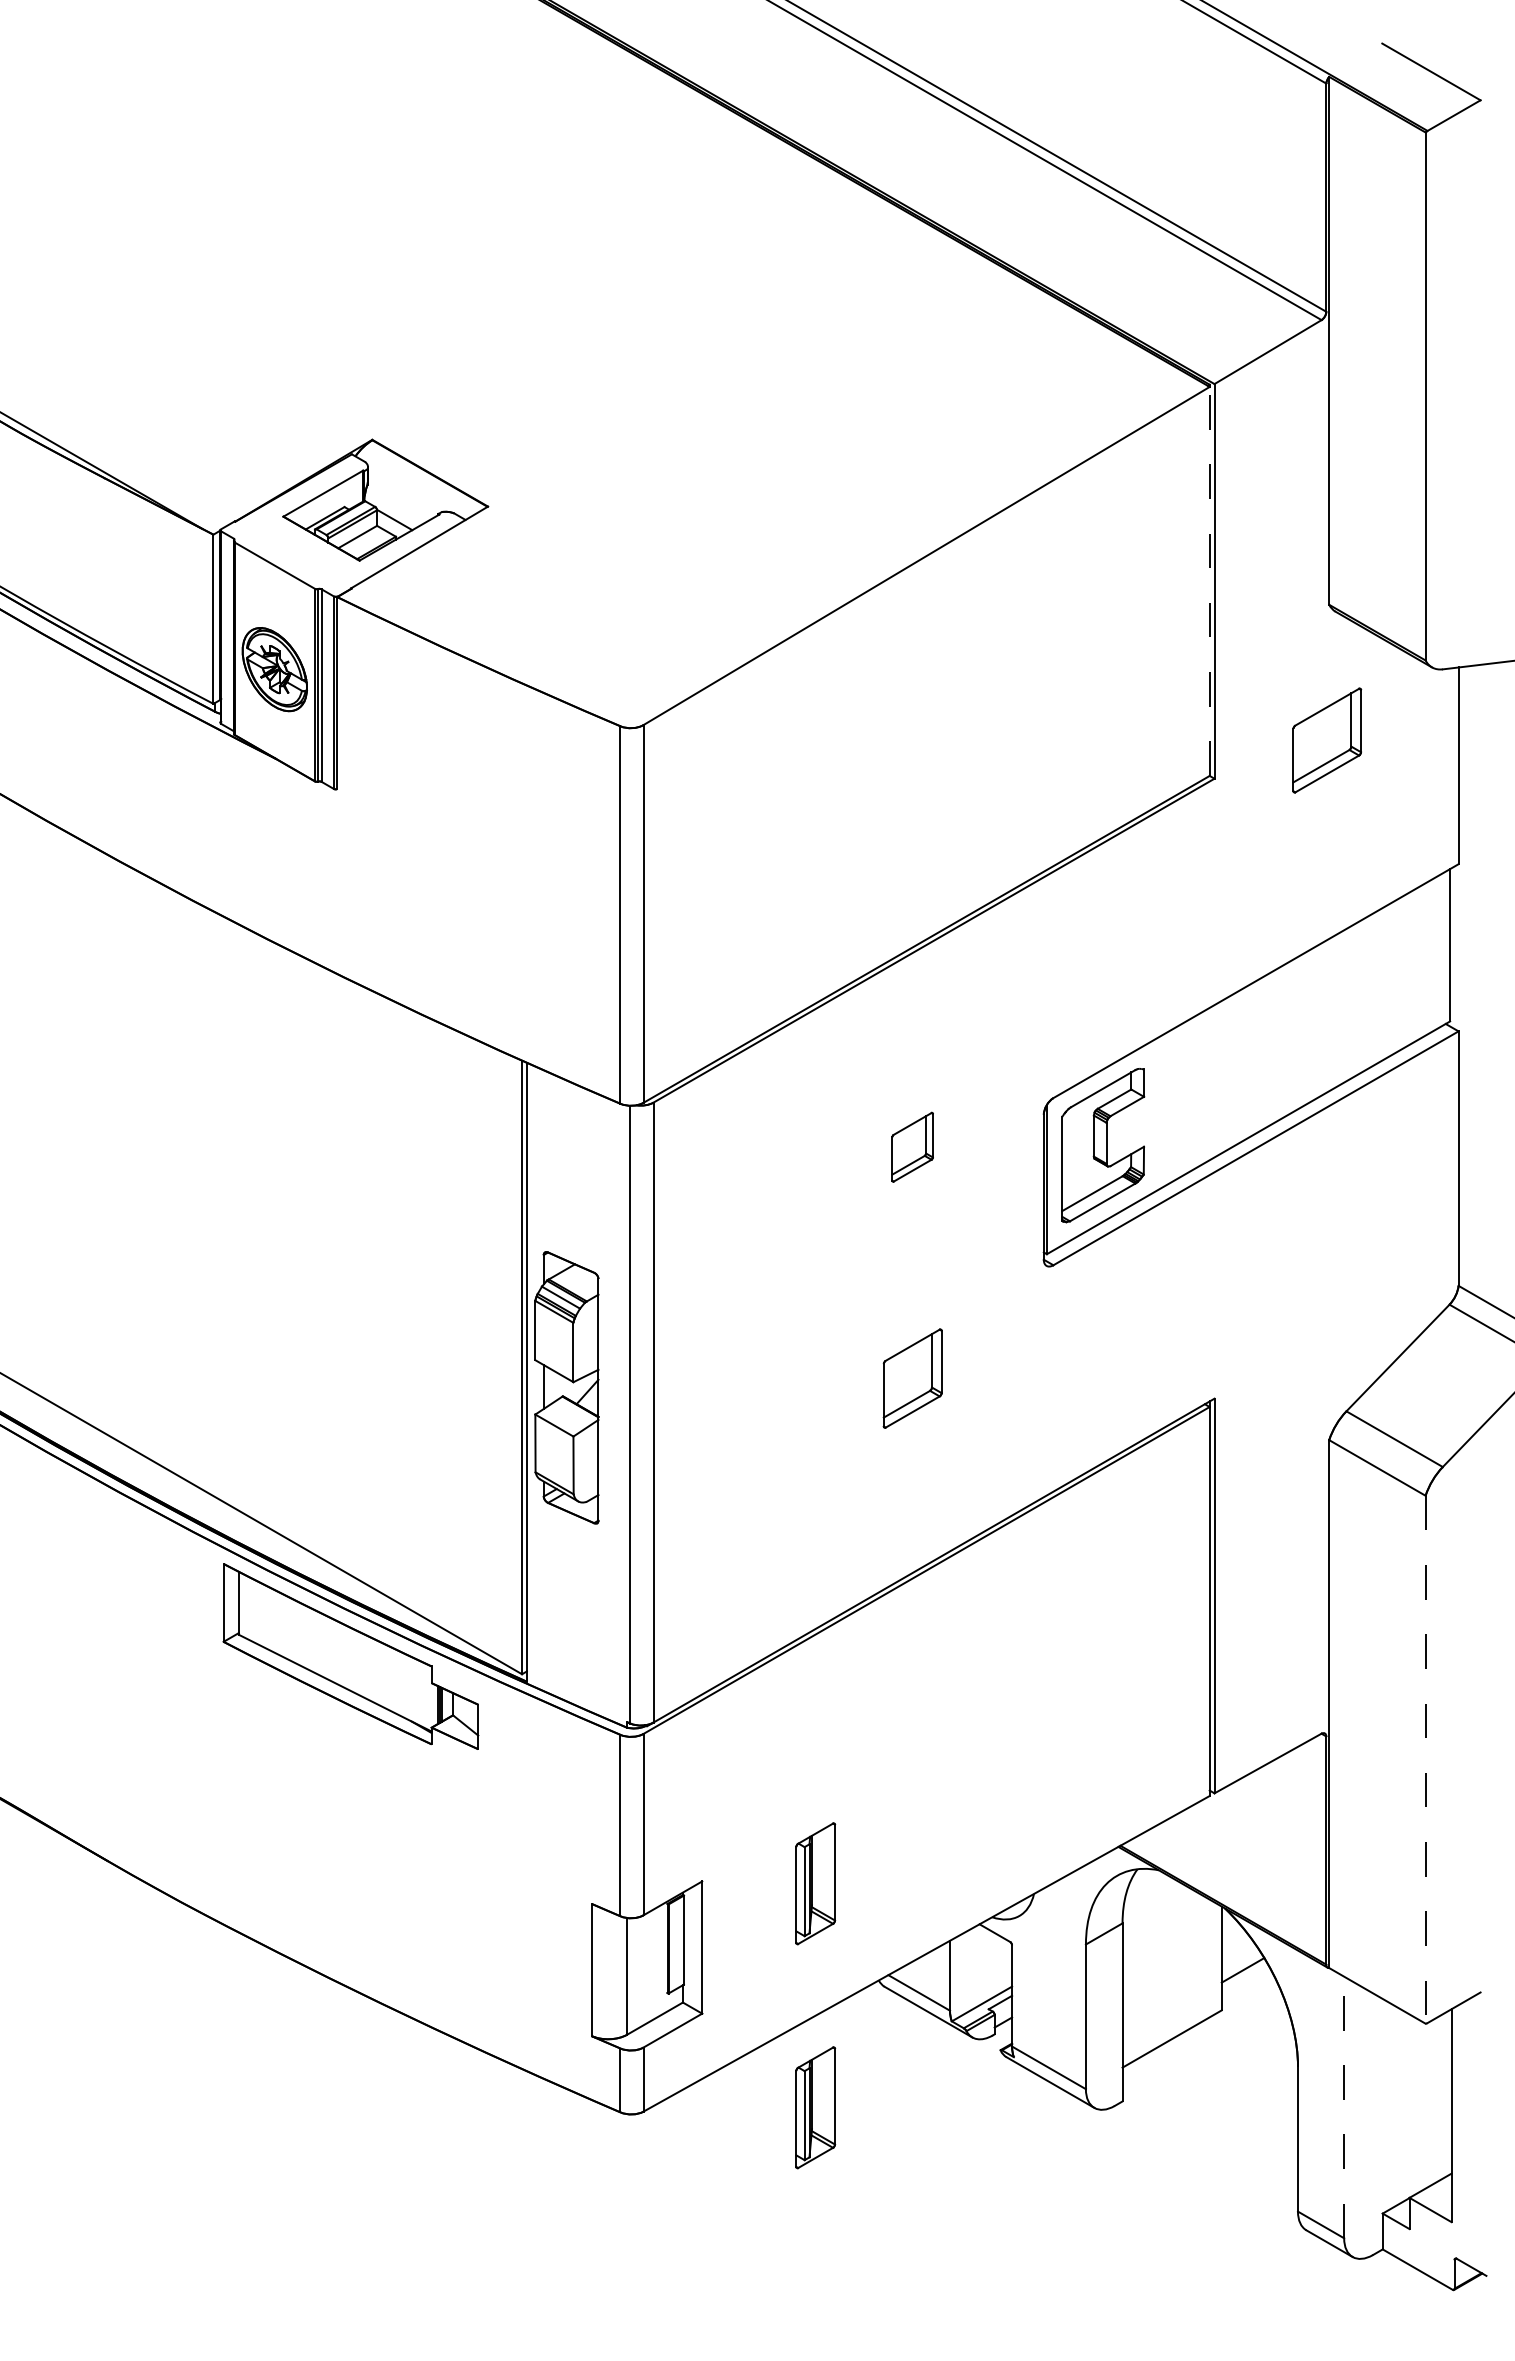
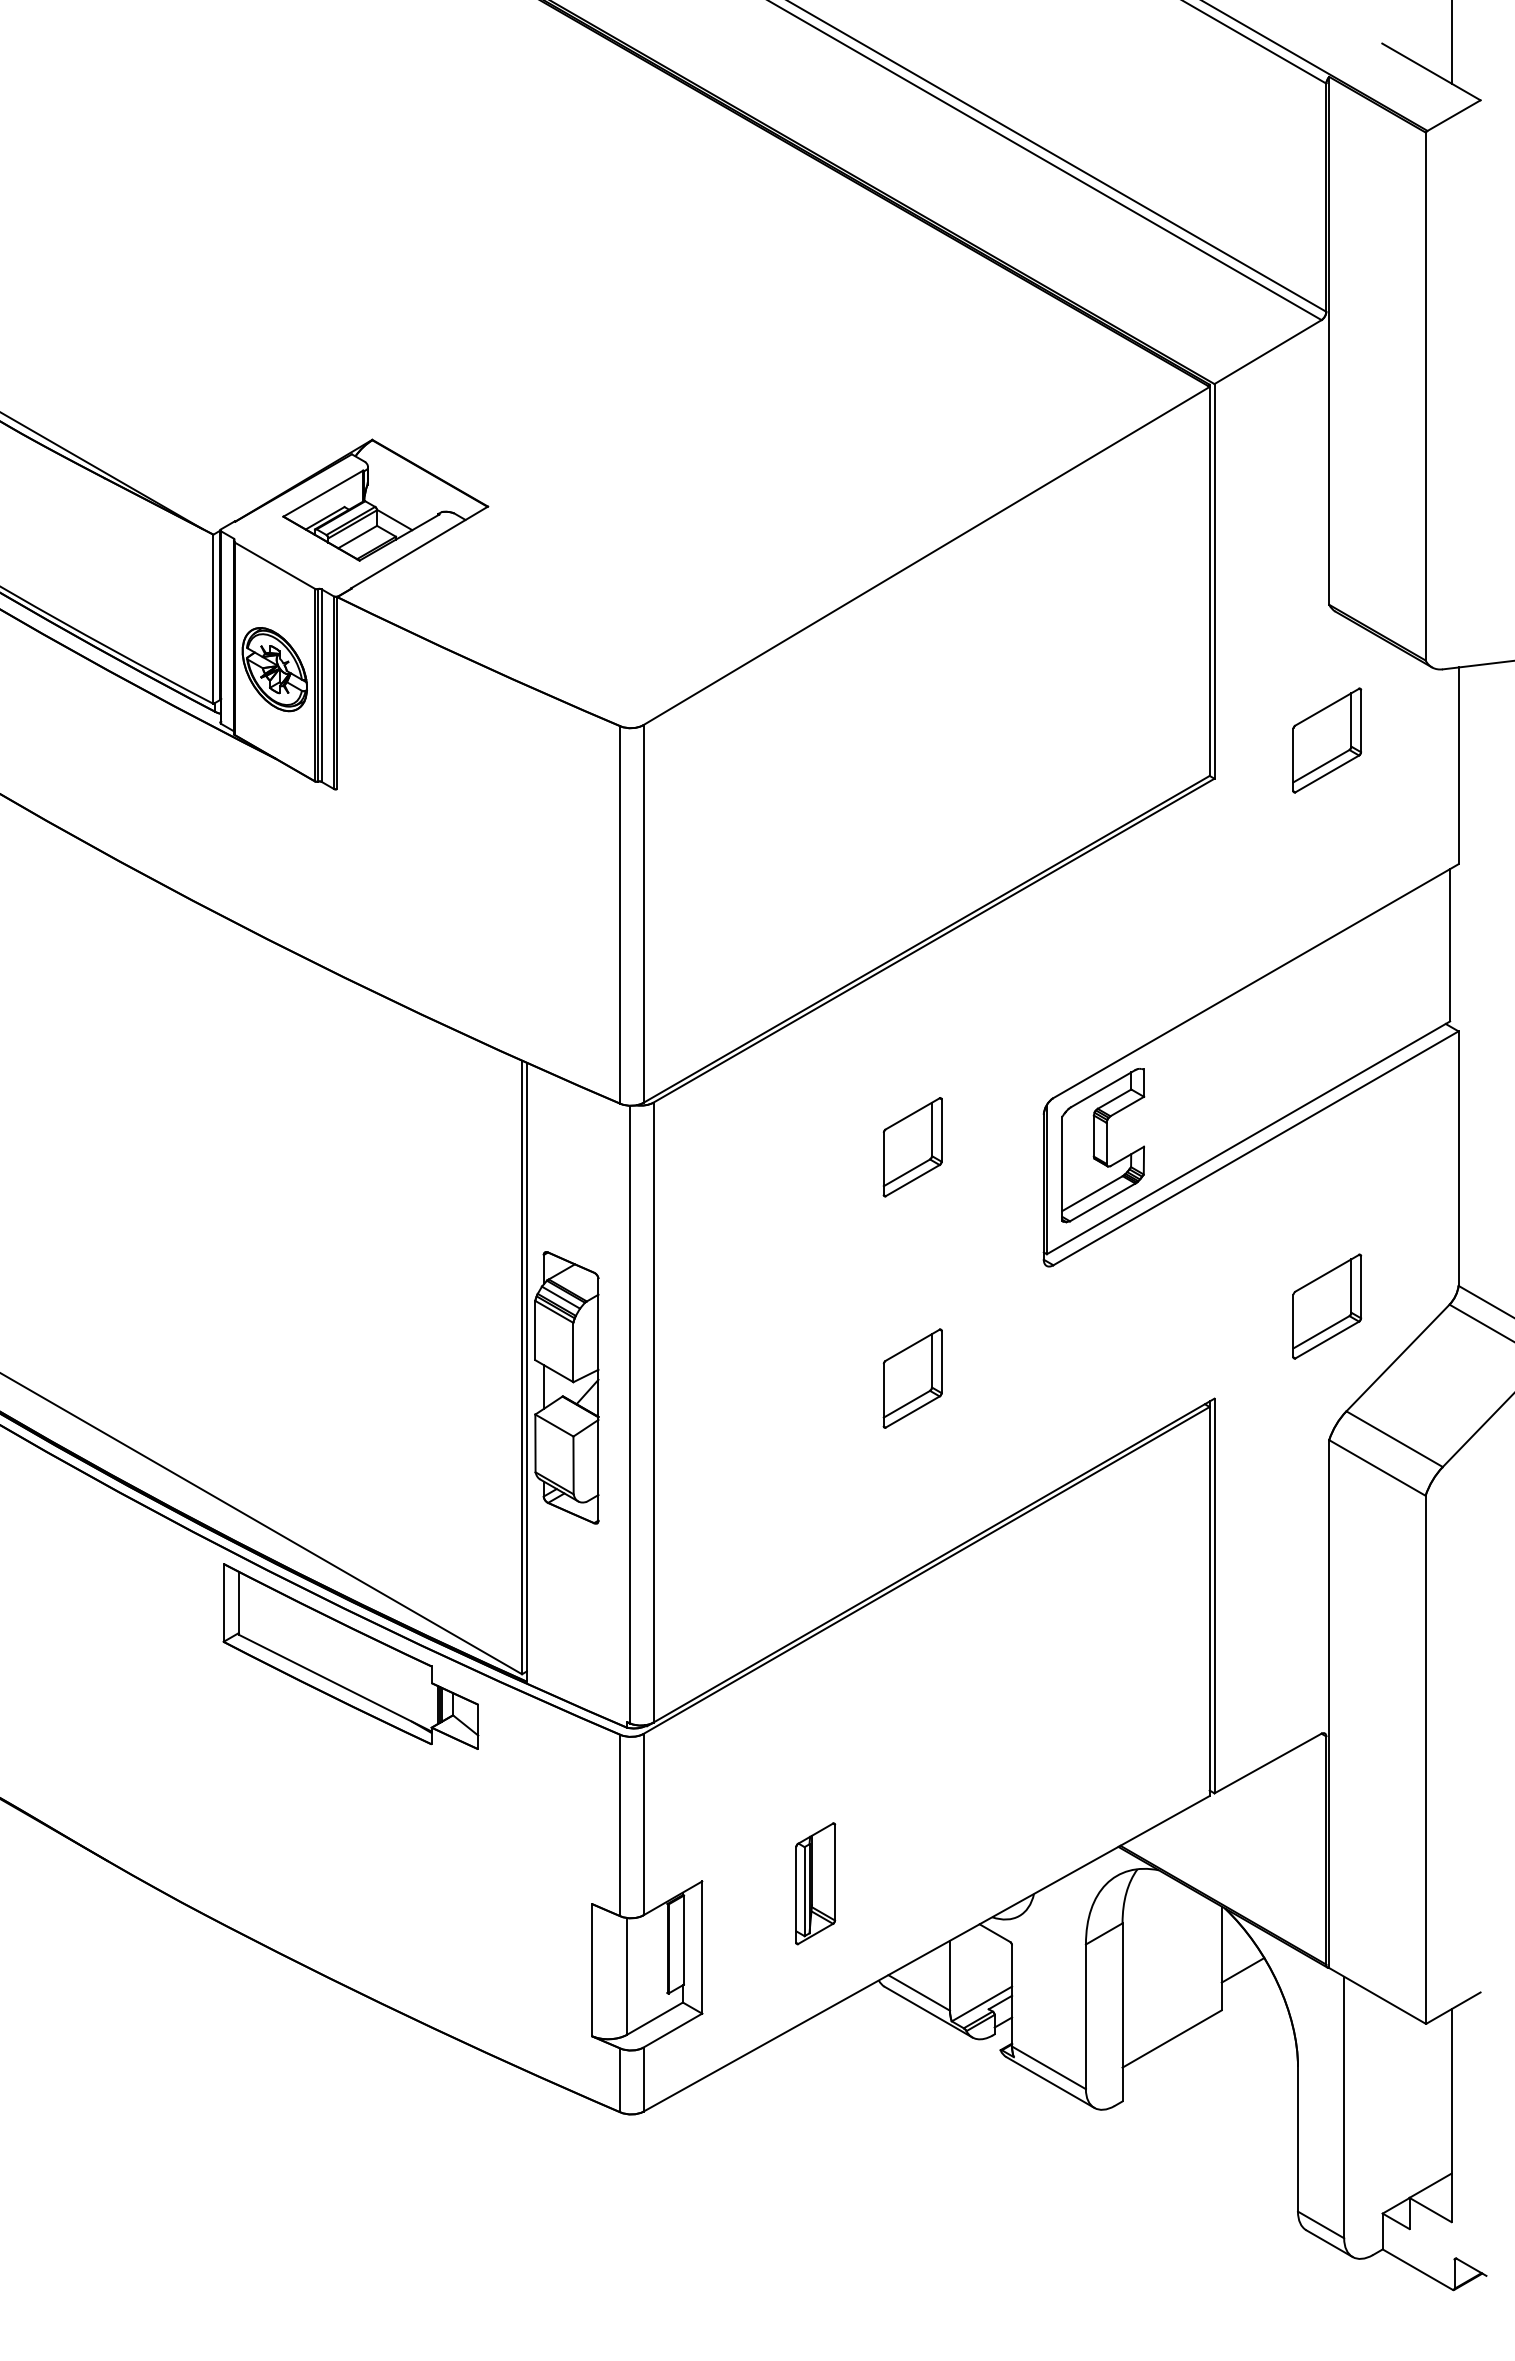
line at (1451, 42): none -> present
line at (1209, 581): dashed -> solid
part at (912, 1146) size: 43x72 px -> 61x101 px
part at (1327, 1306): none -> present
line at (1425, 1759): dashed -> solid
part at (815, 2107): present -> none
line at (1344, 2107): dashed -> solid
